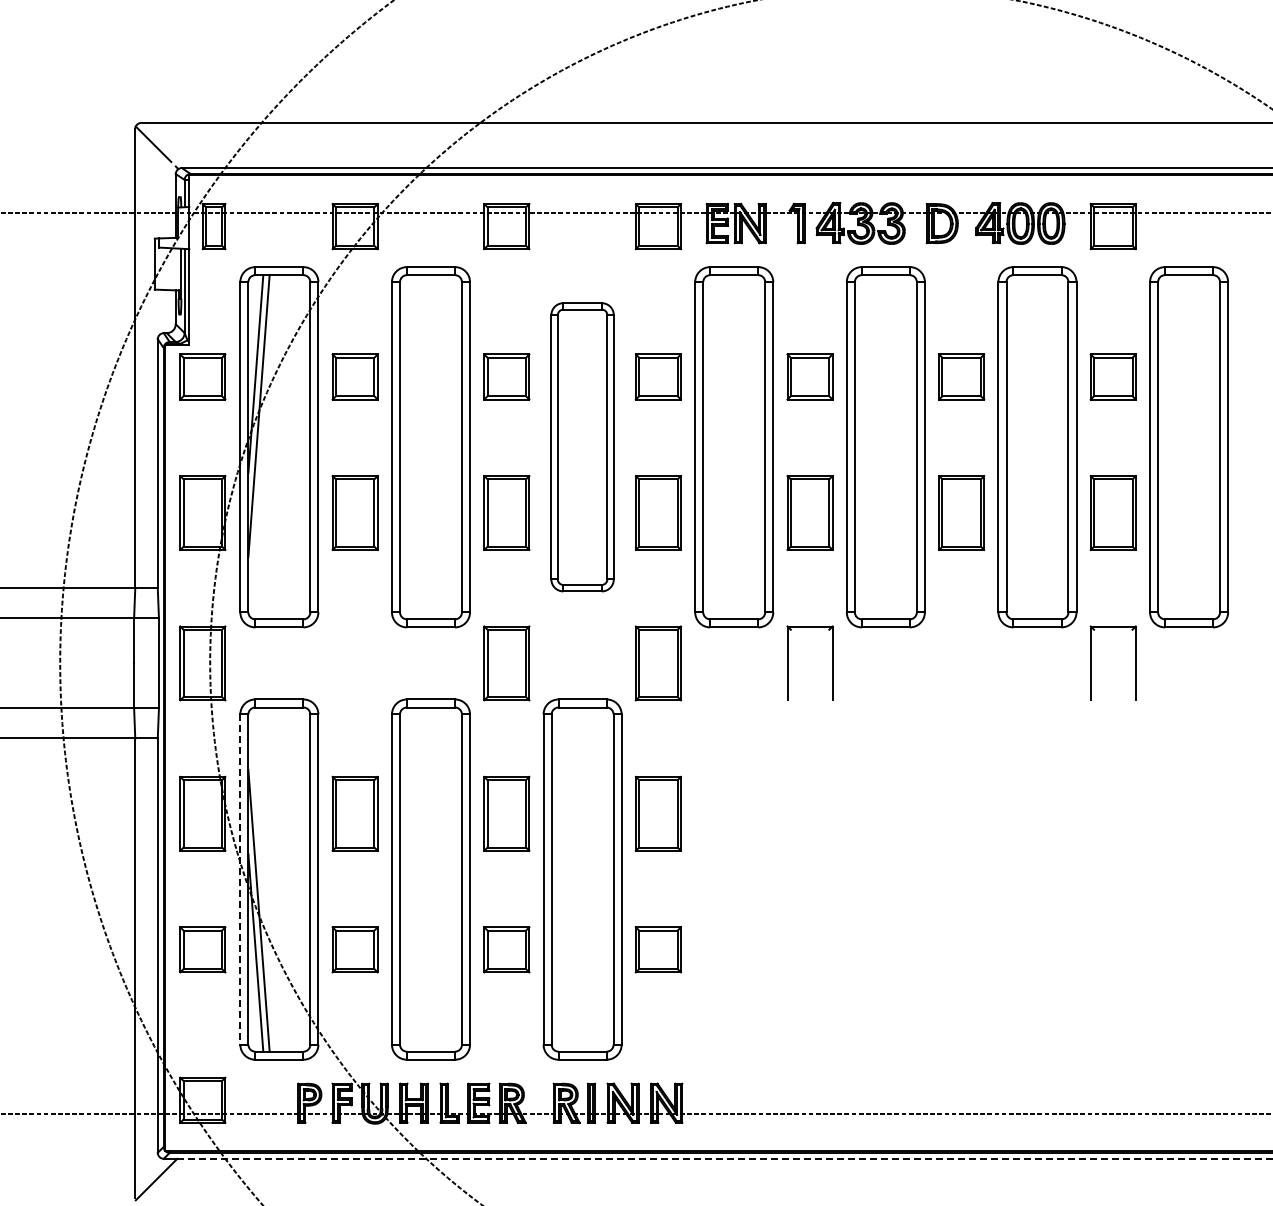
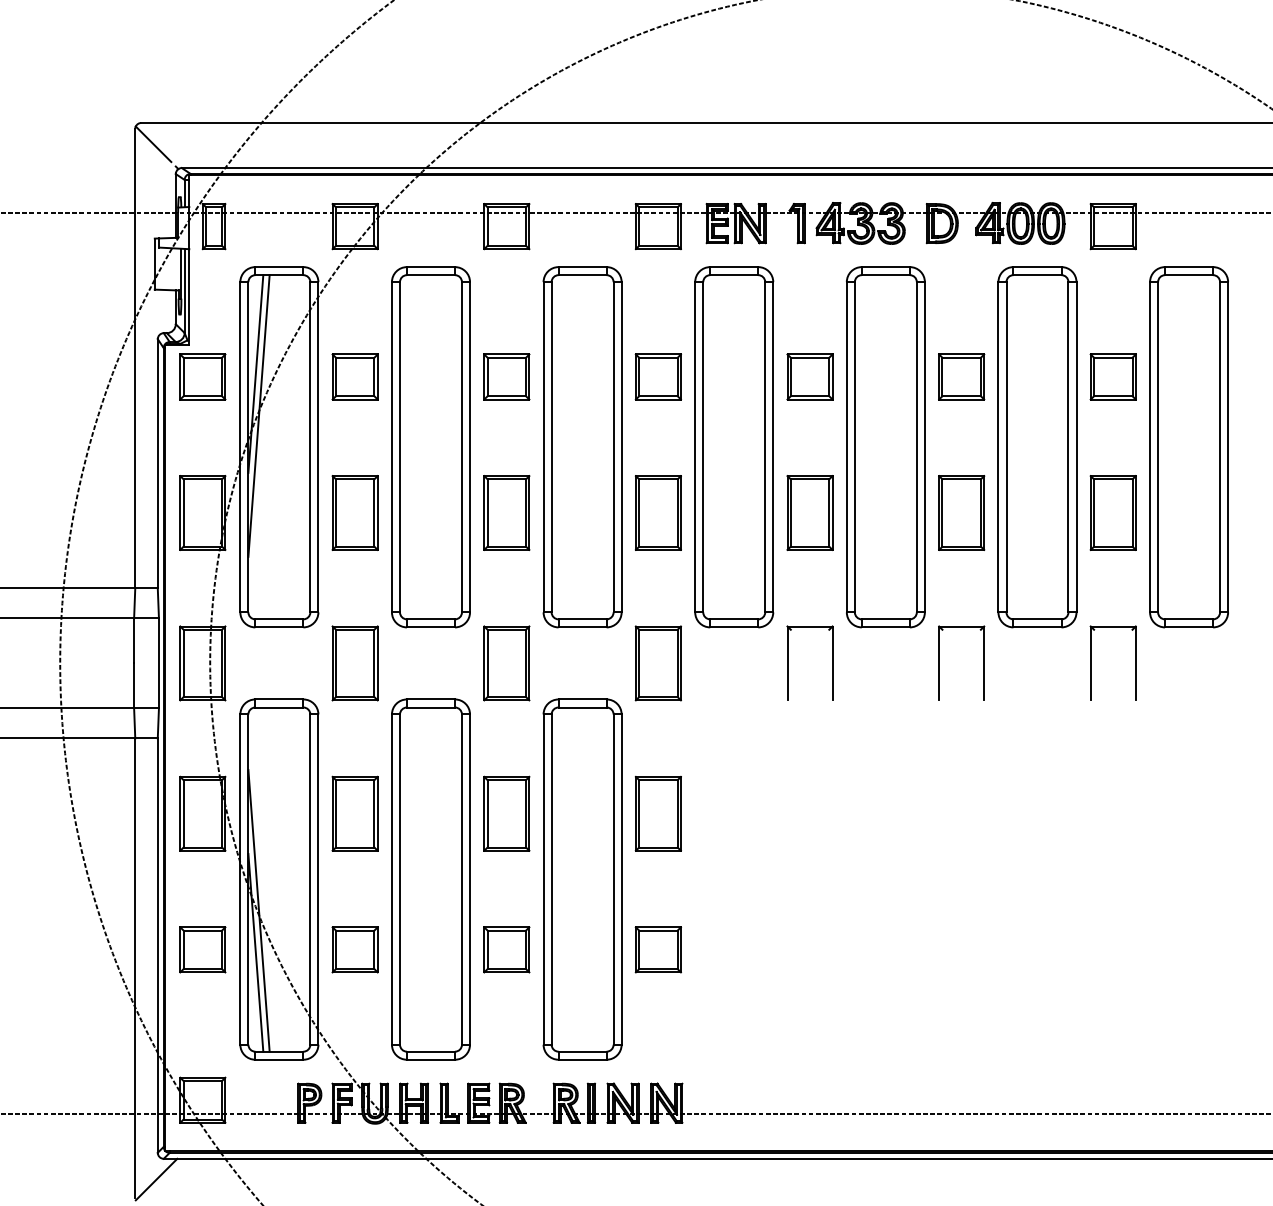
part at (582, 447) size: 65x291 px -> 81x363 px
part at (939, 662): none -> present
part at (354, 663): none -> present
line at (240, 880): dashed -> solid
line at (724, 1158): dashed -> solid
